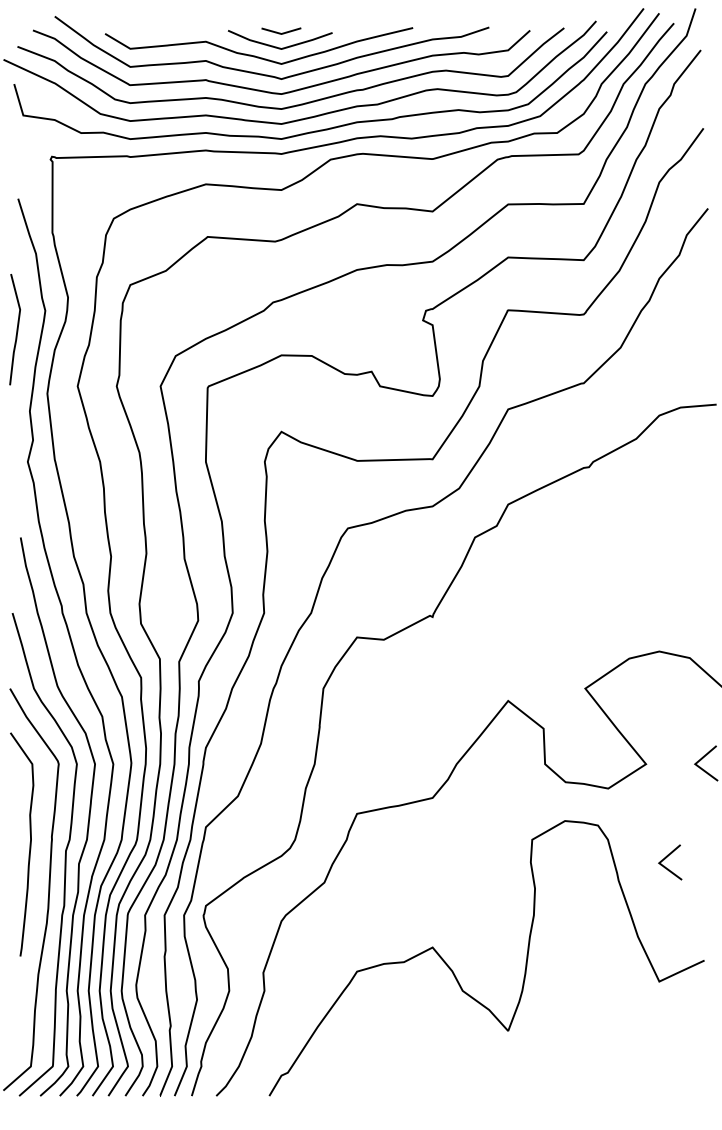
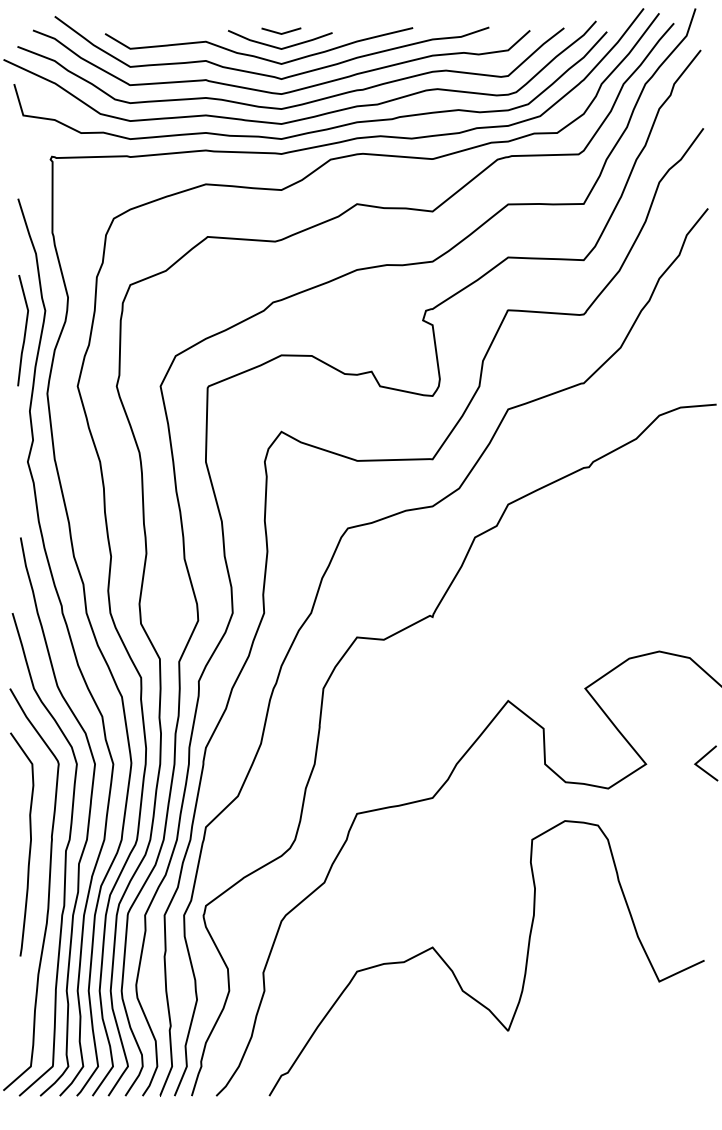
line at (16, 329) position: (16, 329) -> (24, 330)
line at (666, 858): present -> none
